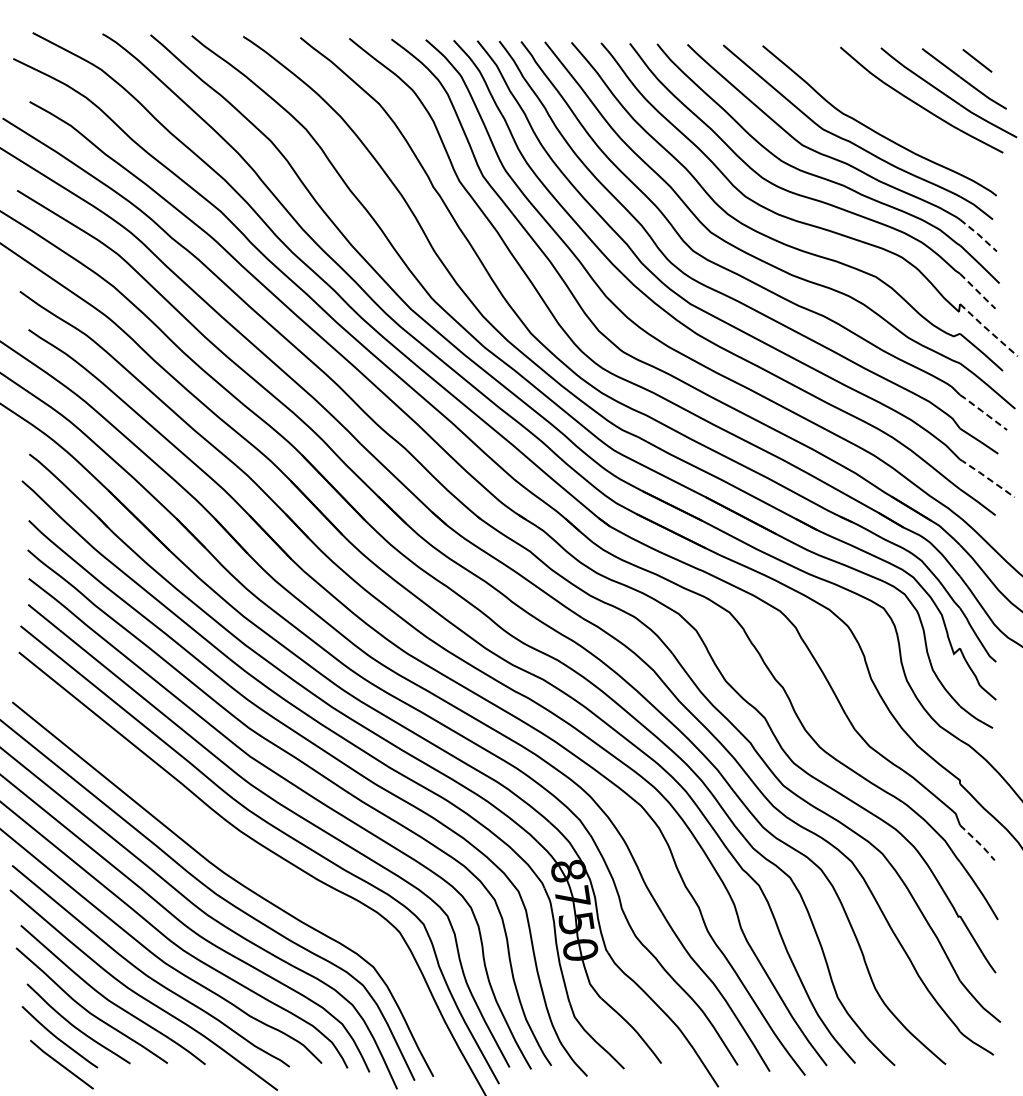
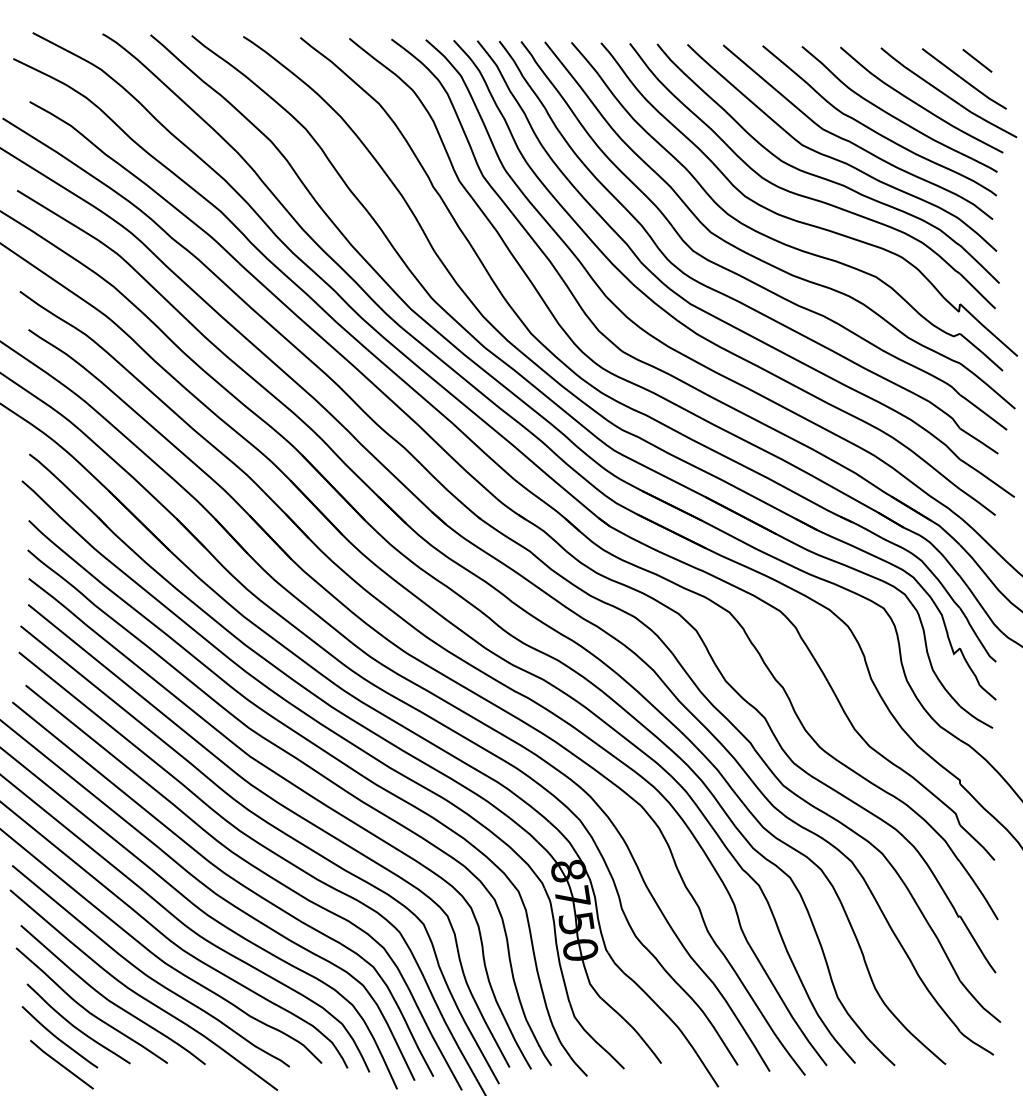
part at (895, 116): none -> present
line at (978, 234): dashed -> solid
line at (978, 291): dashed -> solid
line at (988, 330): dashed -> solid
line at (982, 411): dashed -> solid
line at (986, 477): dashed -> solid
line at (979, 843): dashed -> solid
curve at (256, 869): none -> present
